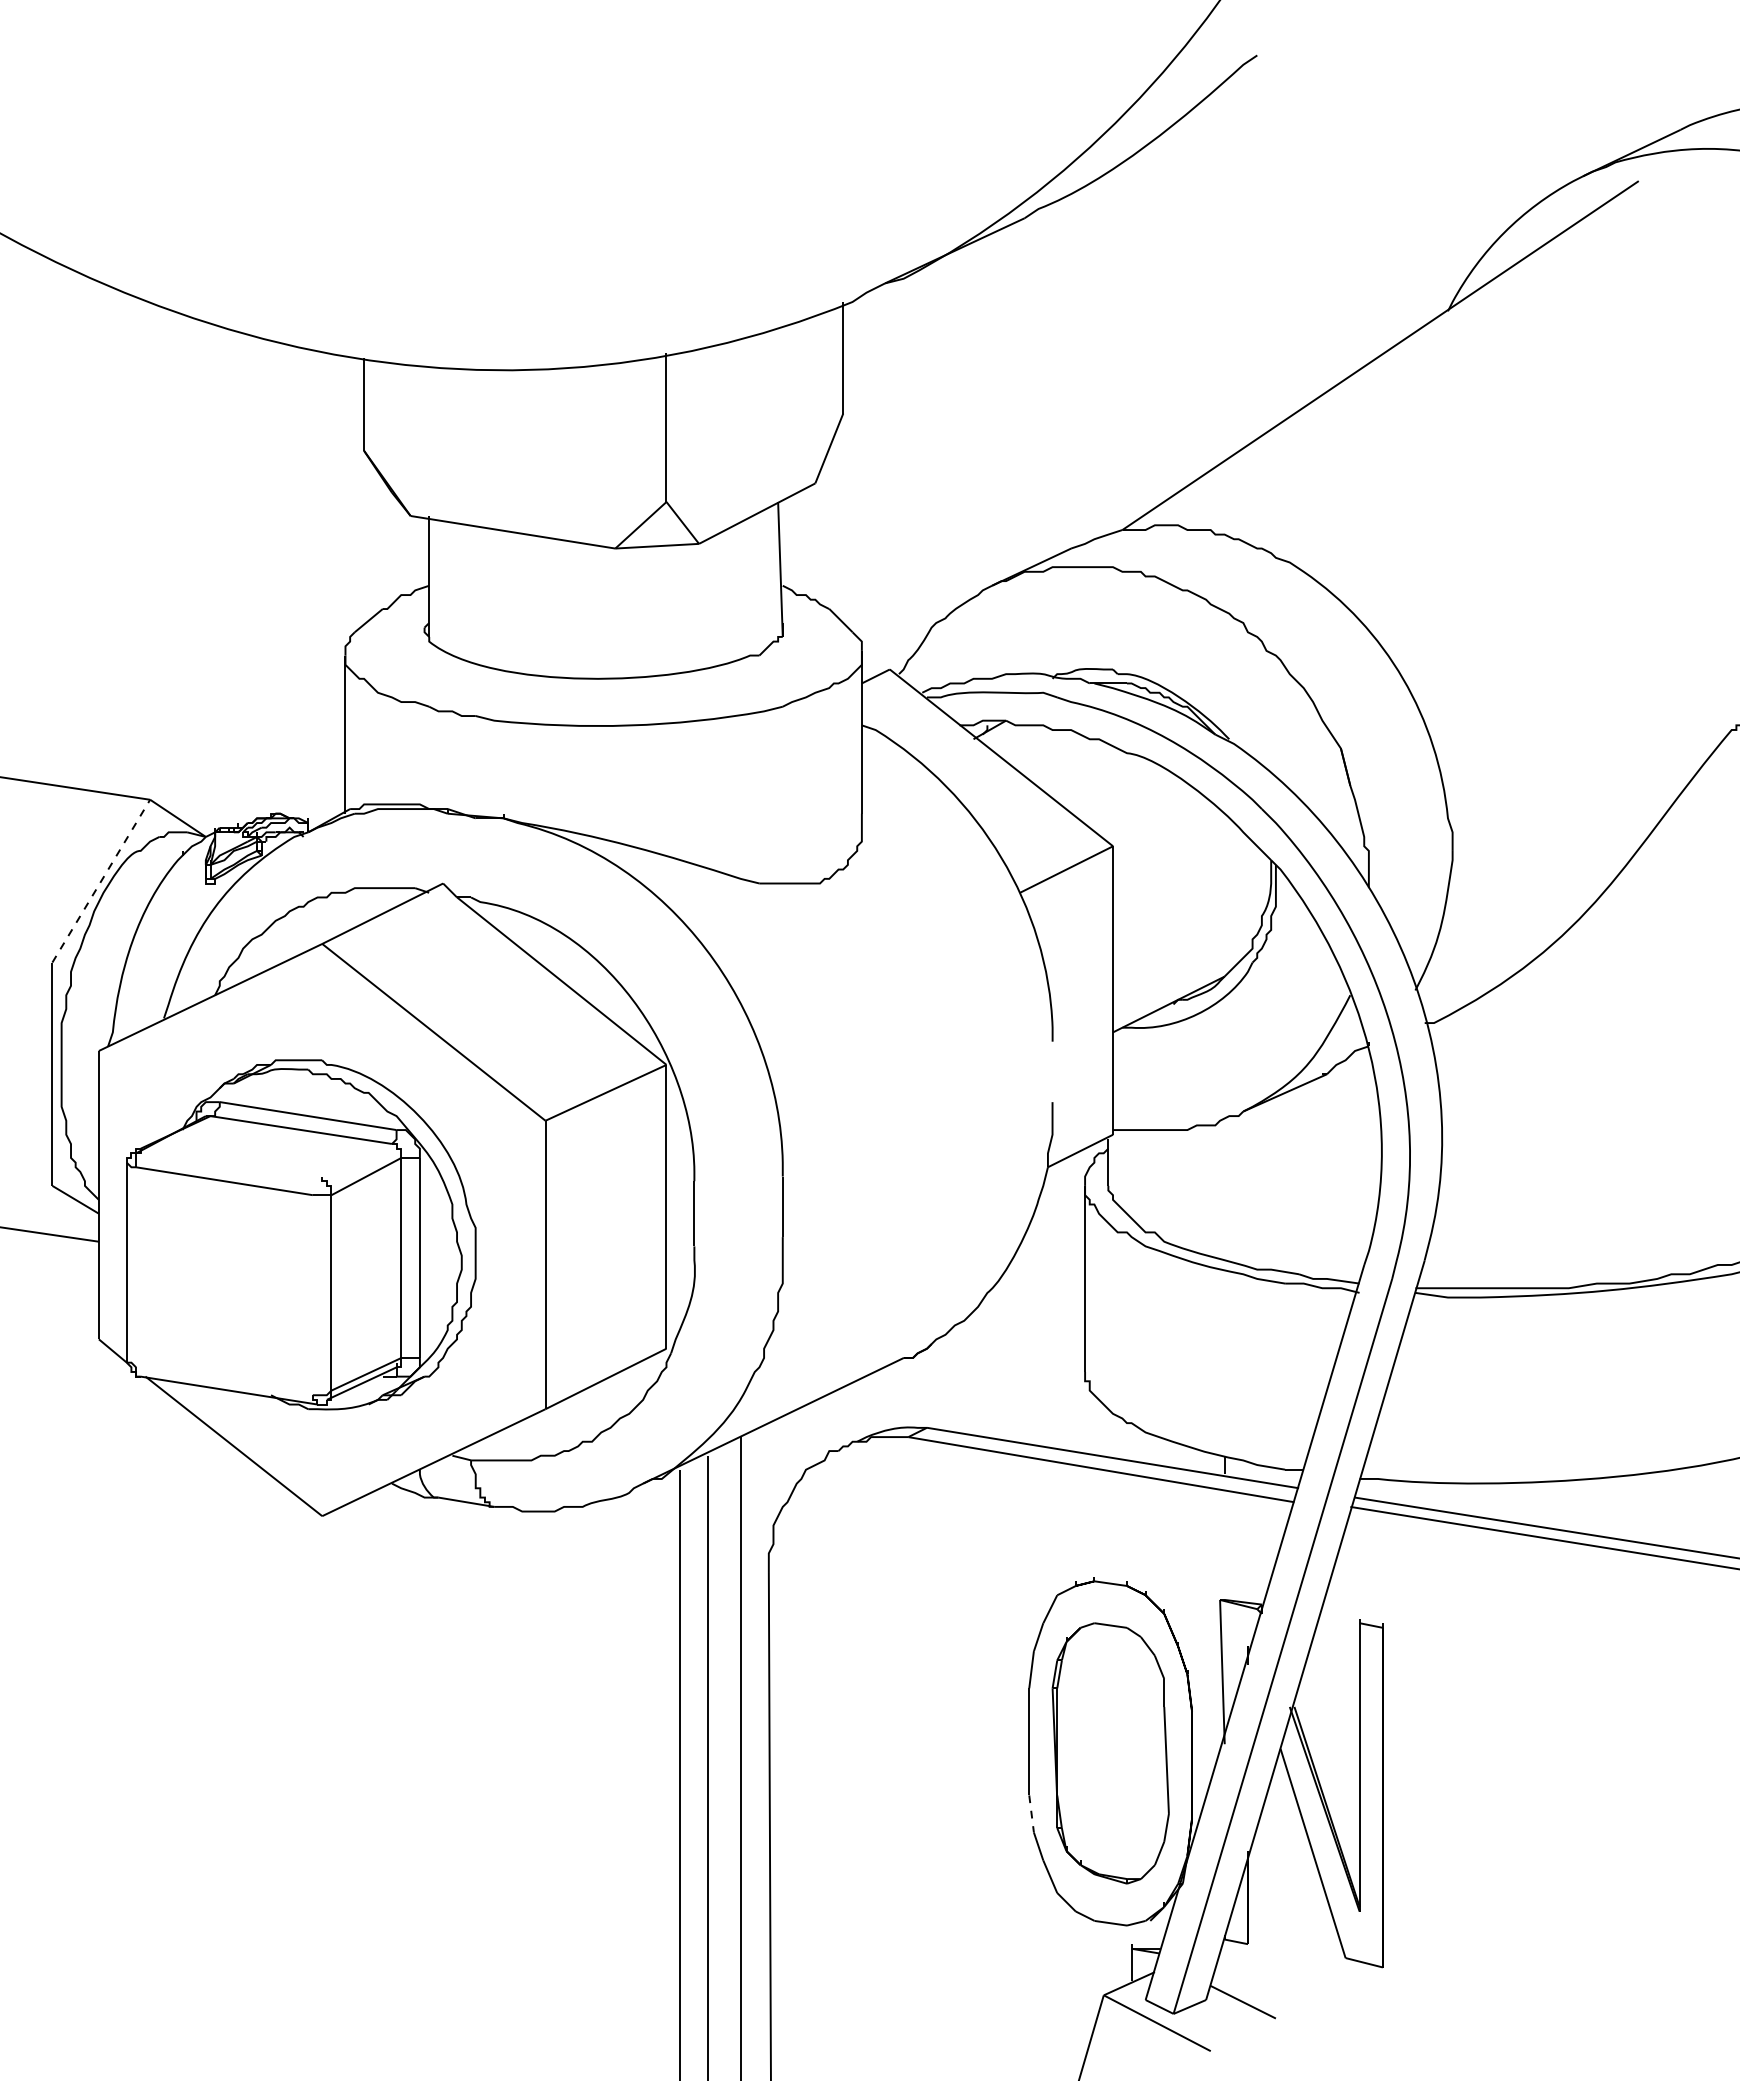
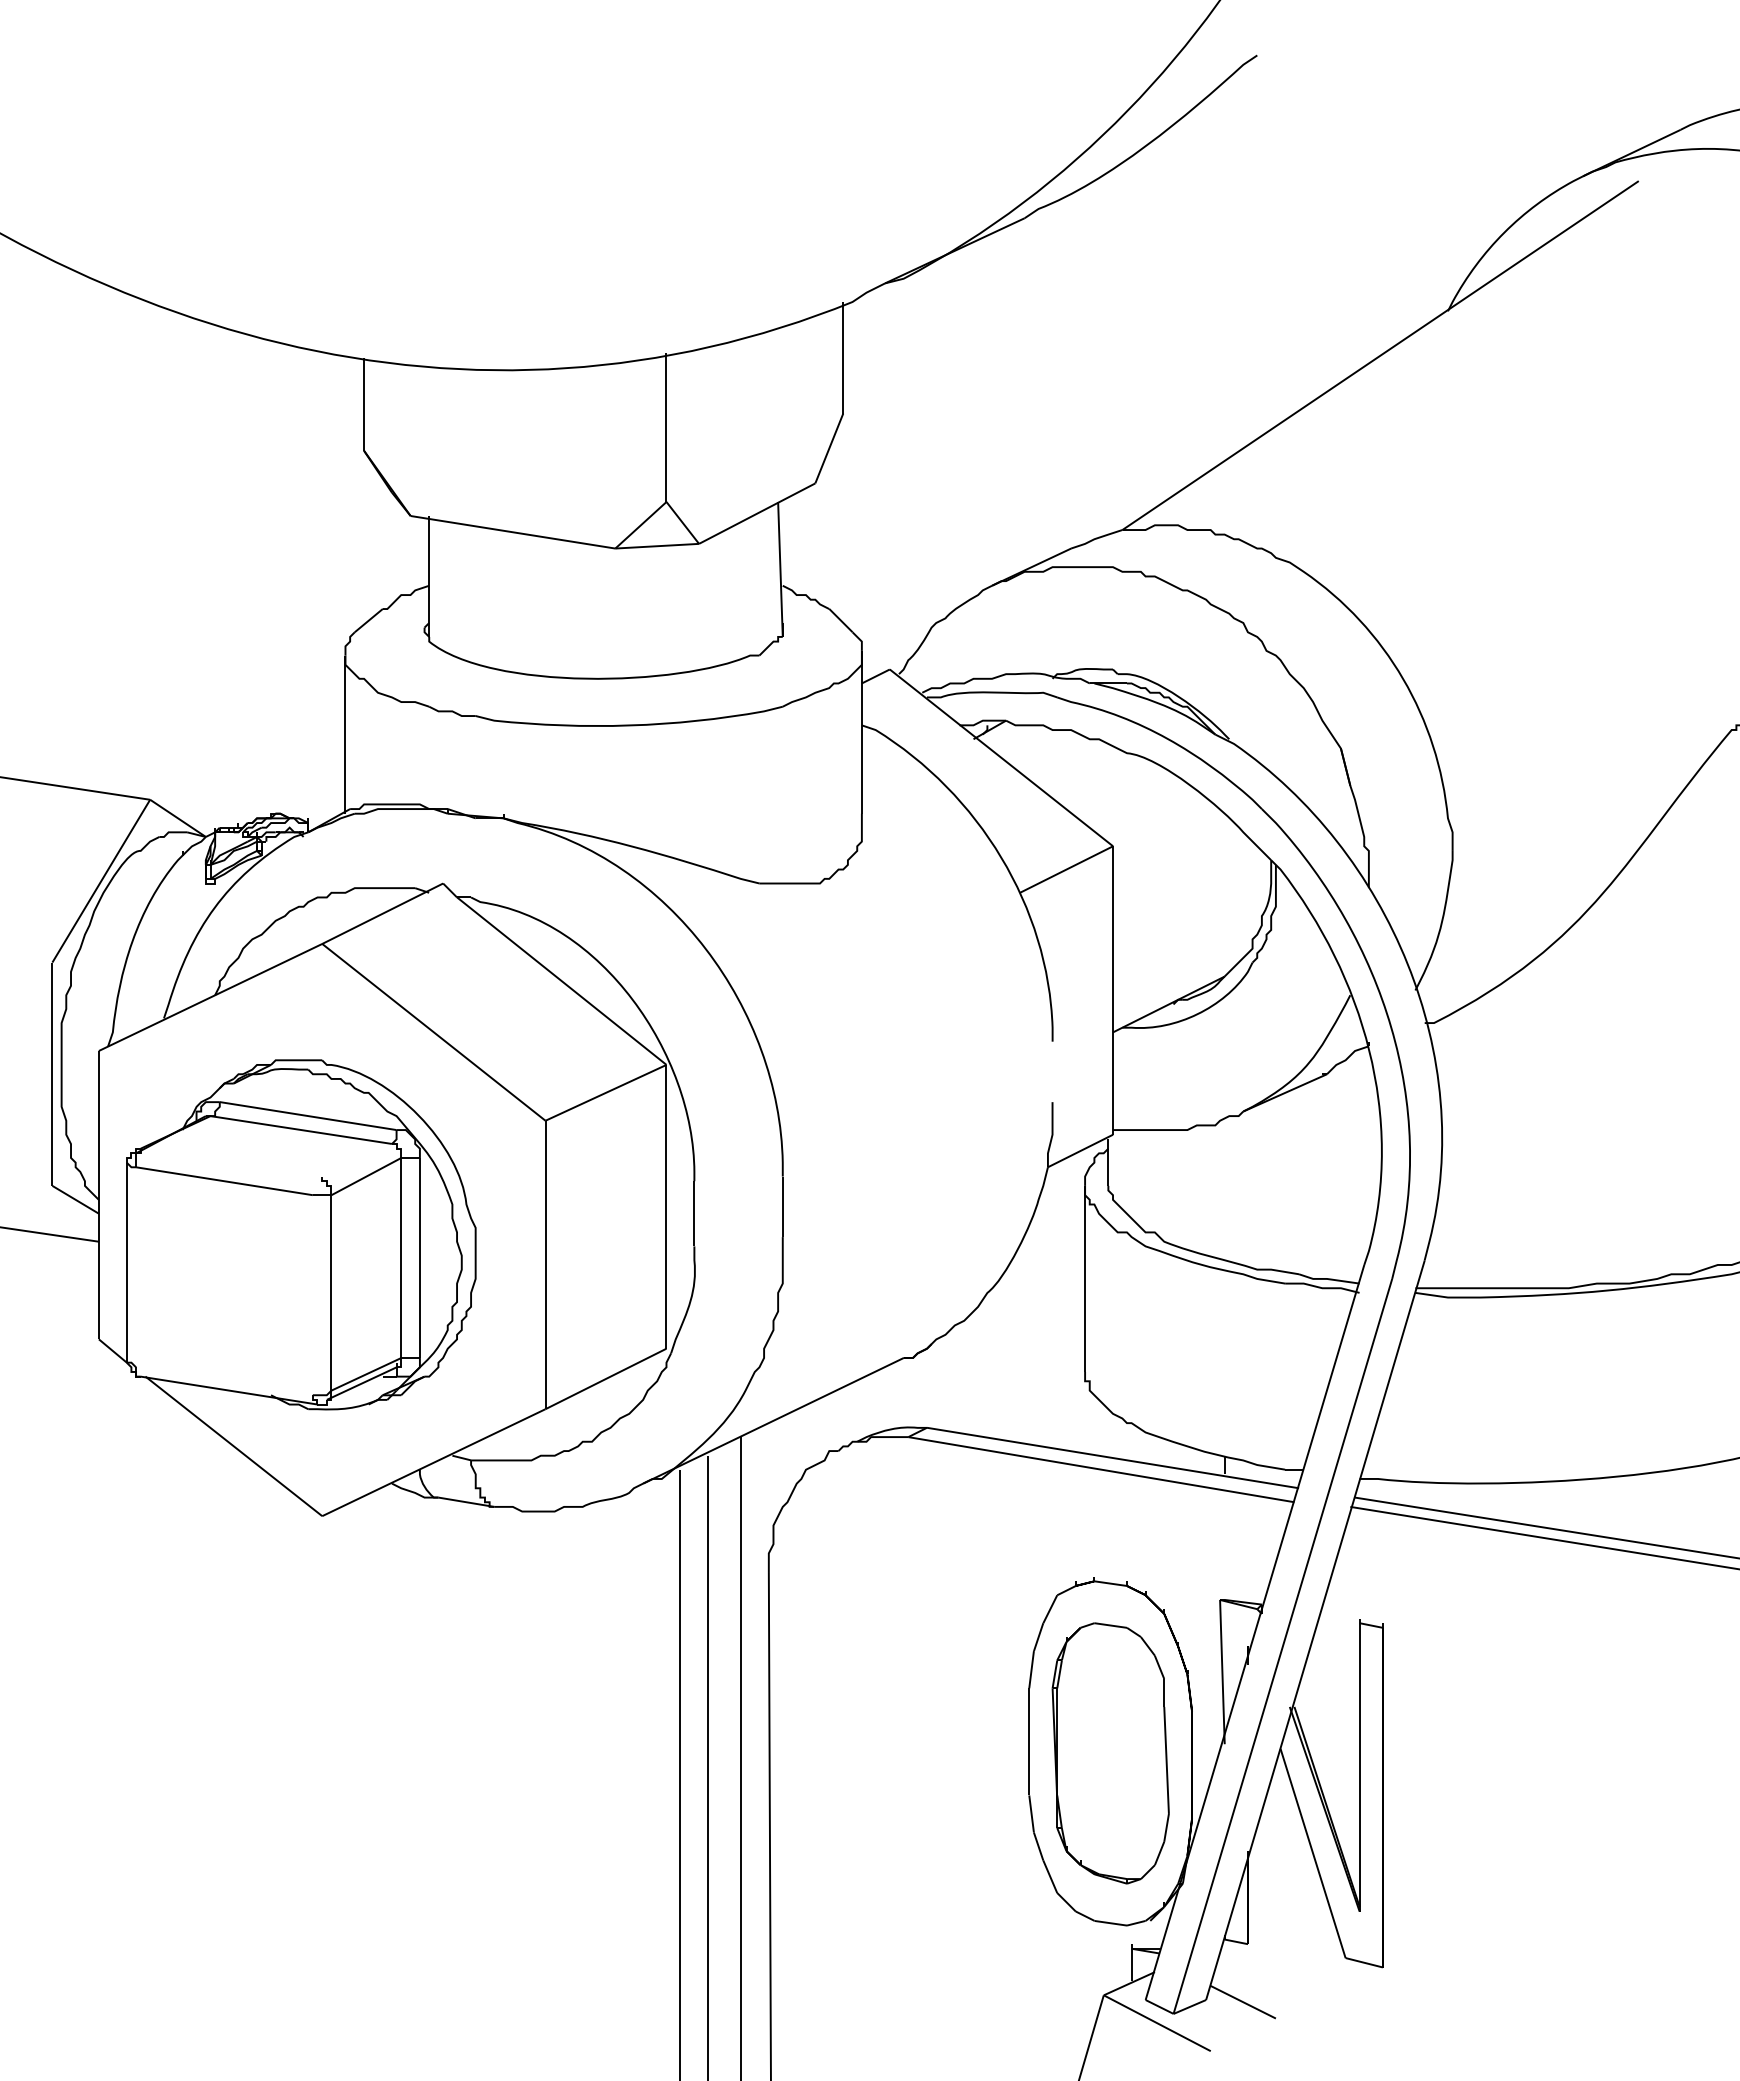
line at (101, 881): dashed -> solid
line at (1031, 1813): dashed -> solid
